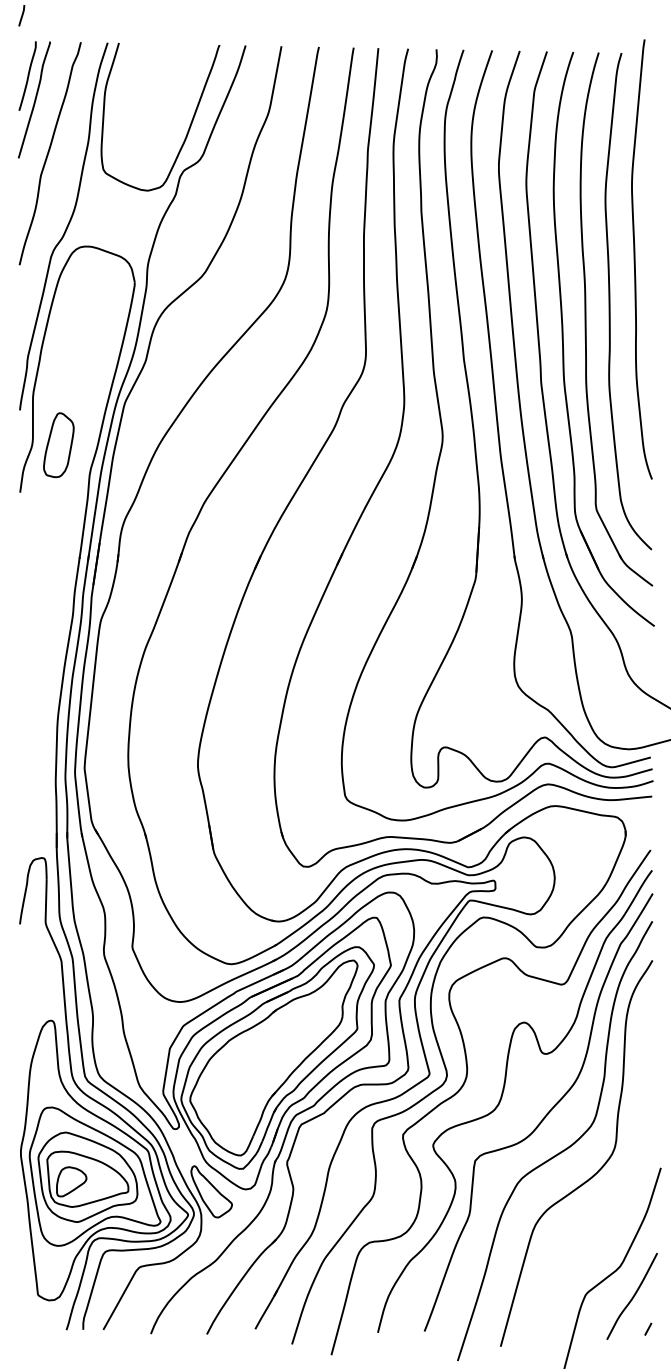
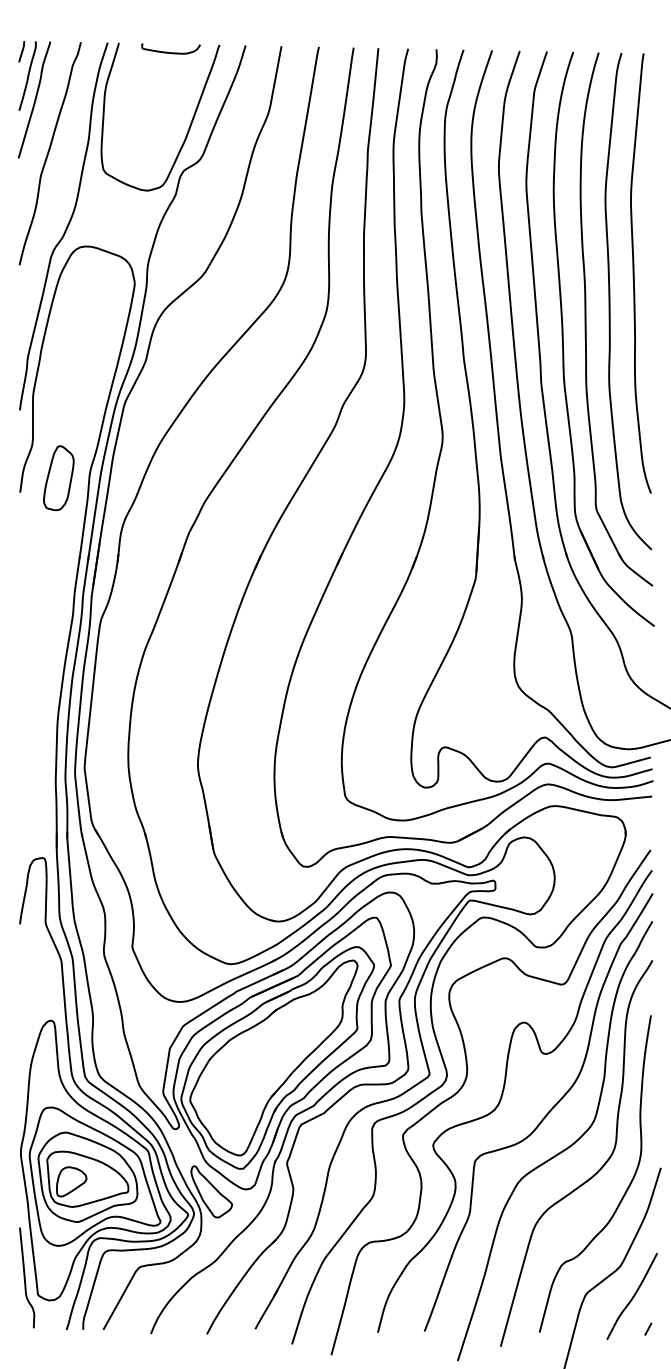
line at (21, 15) position: (21, 15) -> (21, 51)
curve at (170, 52): none -> present
curve at (635, 259) position: (635, 259) -> (634, 273)
part at (58, 445) position: (58, 445) -> (58, 478)
curve at (625, 1190): none -> present
curve at (25, 1277): none -> present
